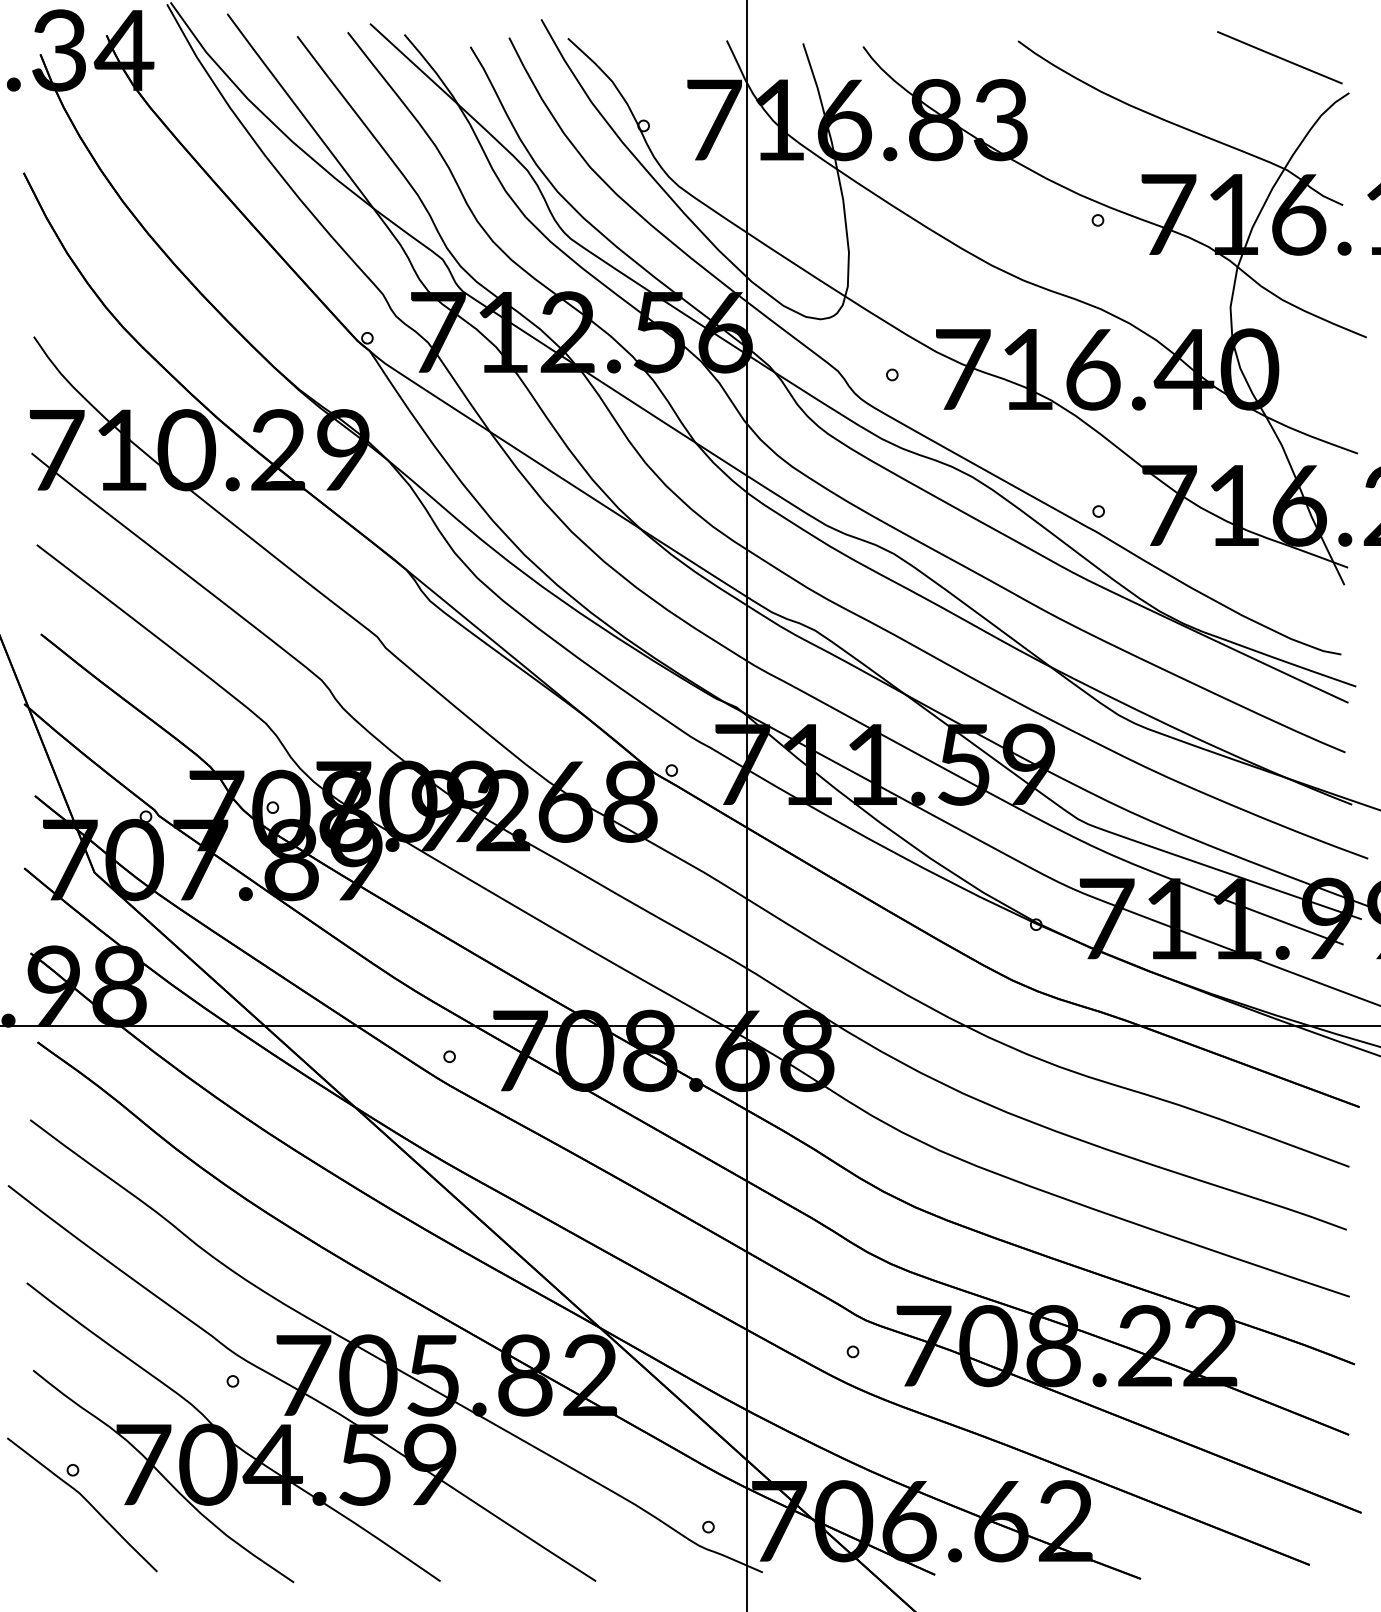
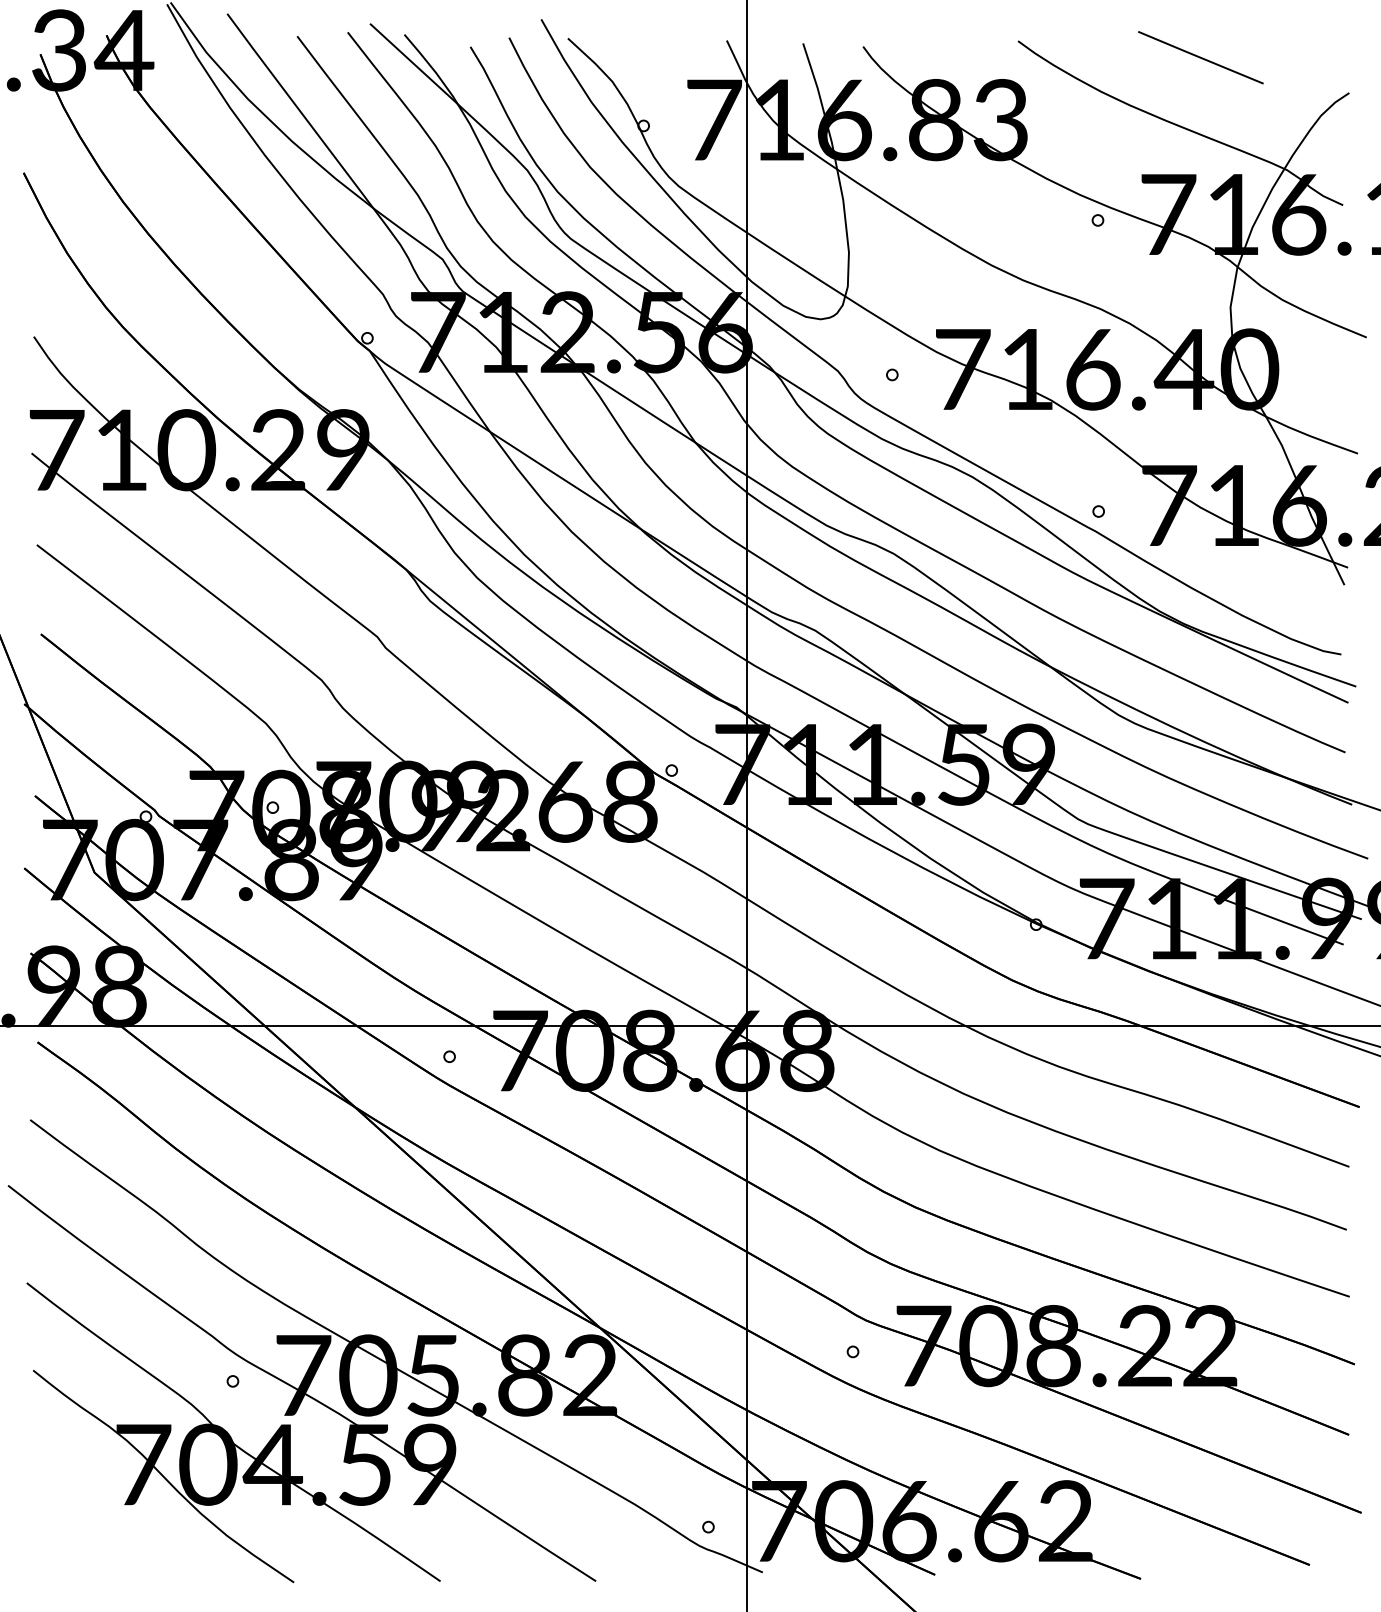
line at (1279, 57) position: (1279, 57) -> (1200, 57)
part at (82, 1504): present -> none
